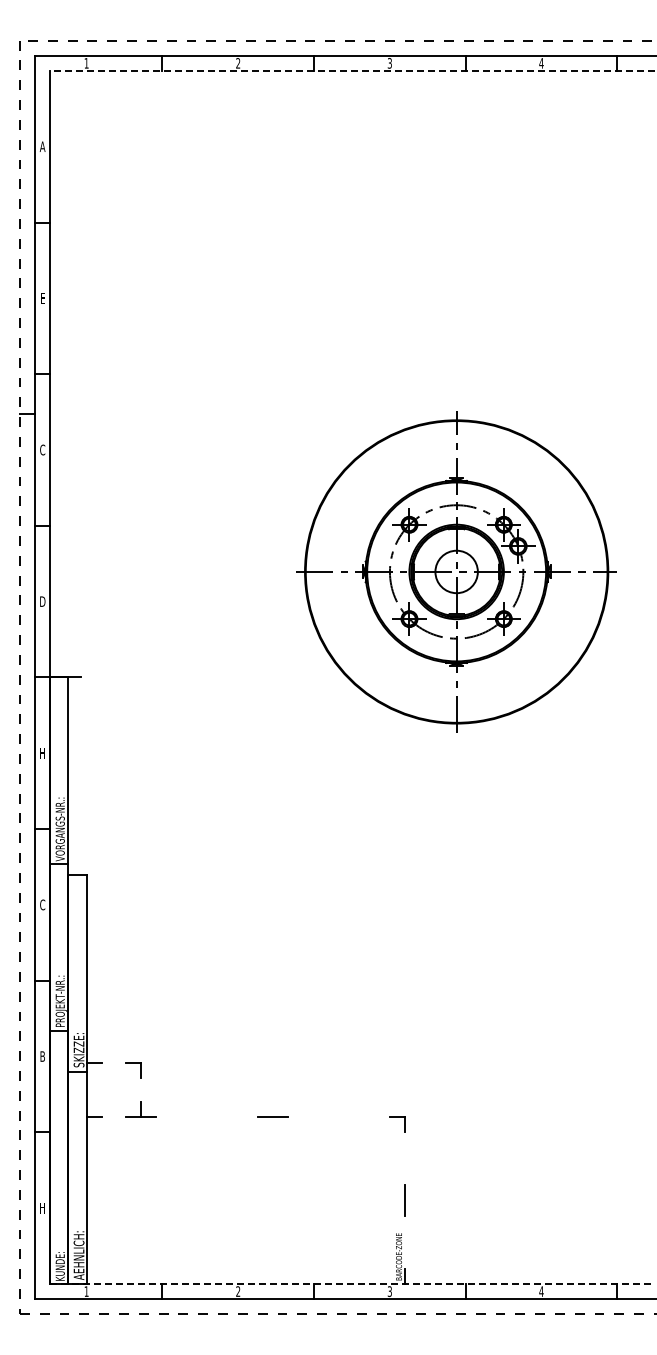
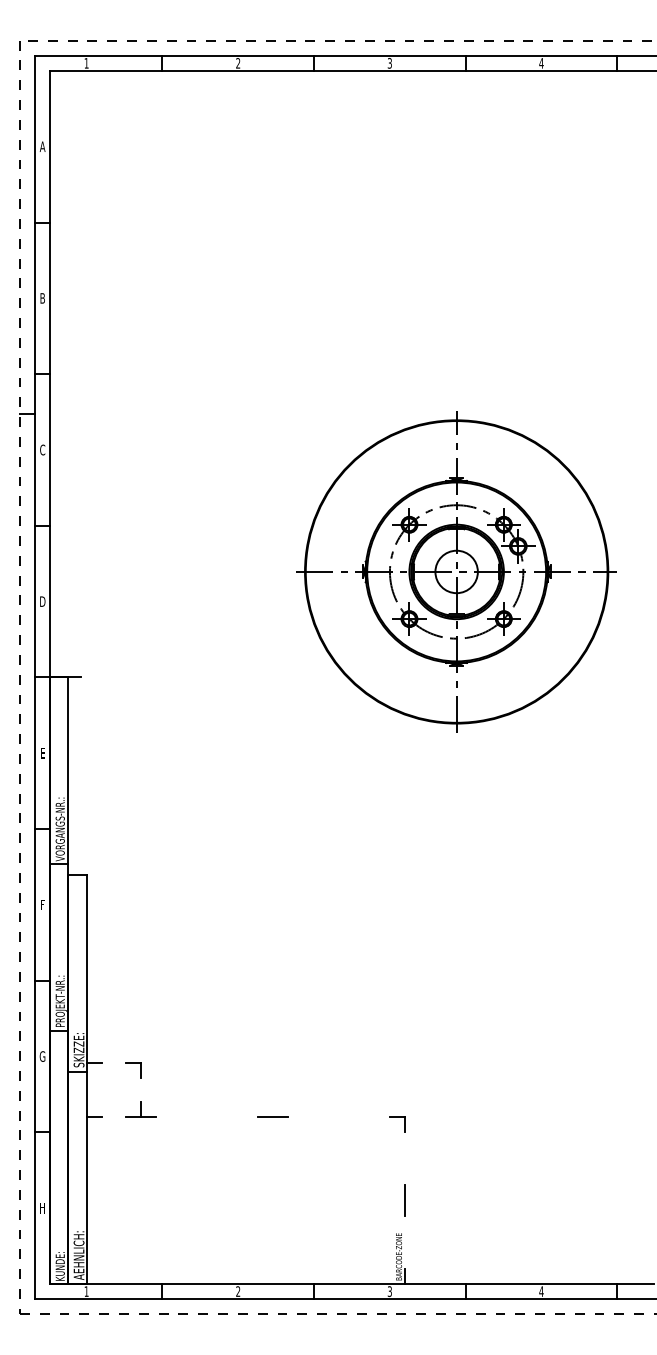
line at (353, 70): dashed -> solid
text at (42, 298): E -> B
text at (42, 753): H -> E
text at (42, 904): C -> F
text at (42, 1056): B -> G
line at (352, 1284): dashed -> solid
